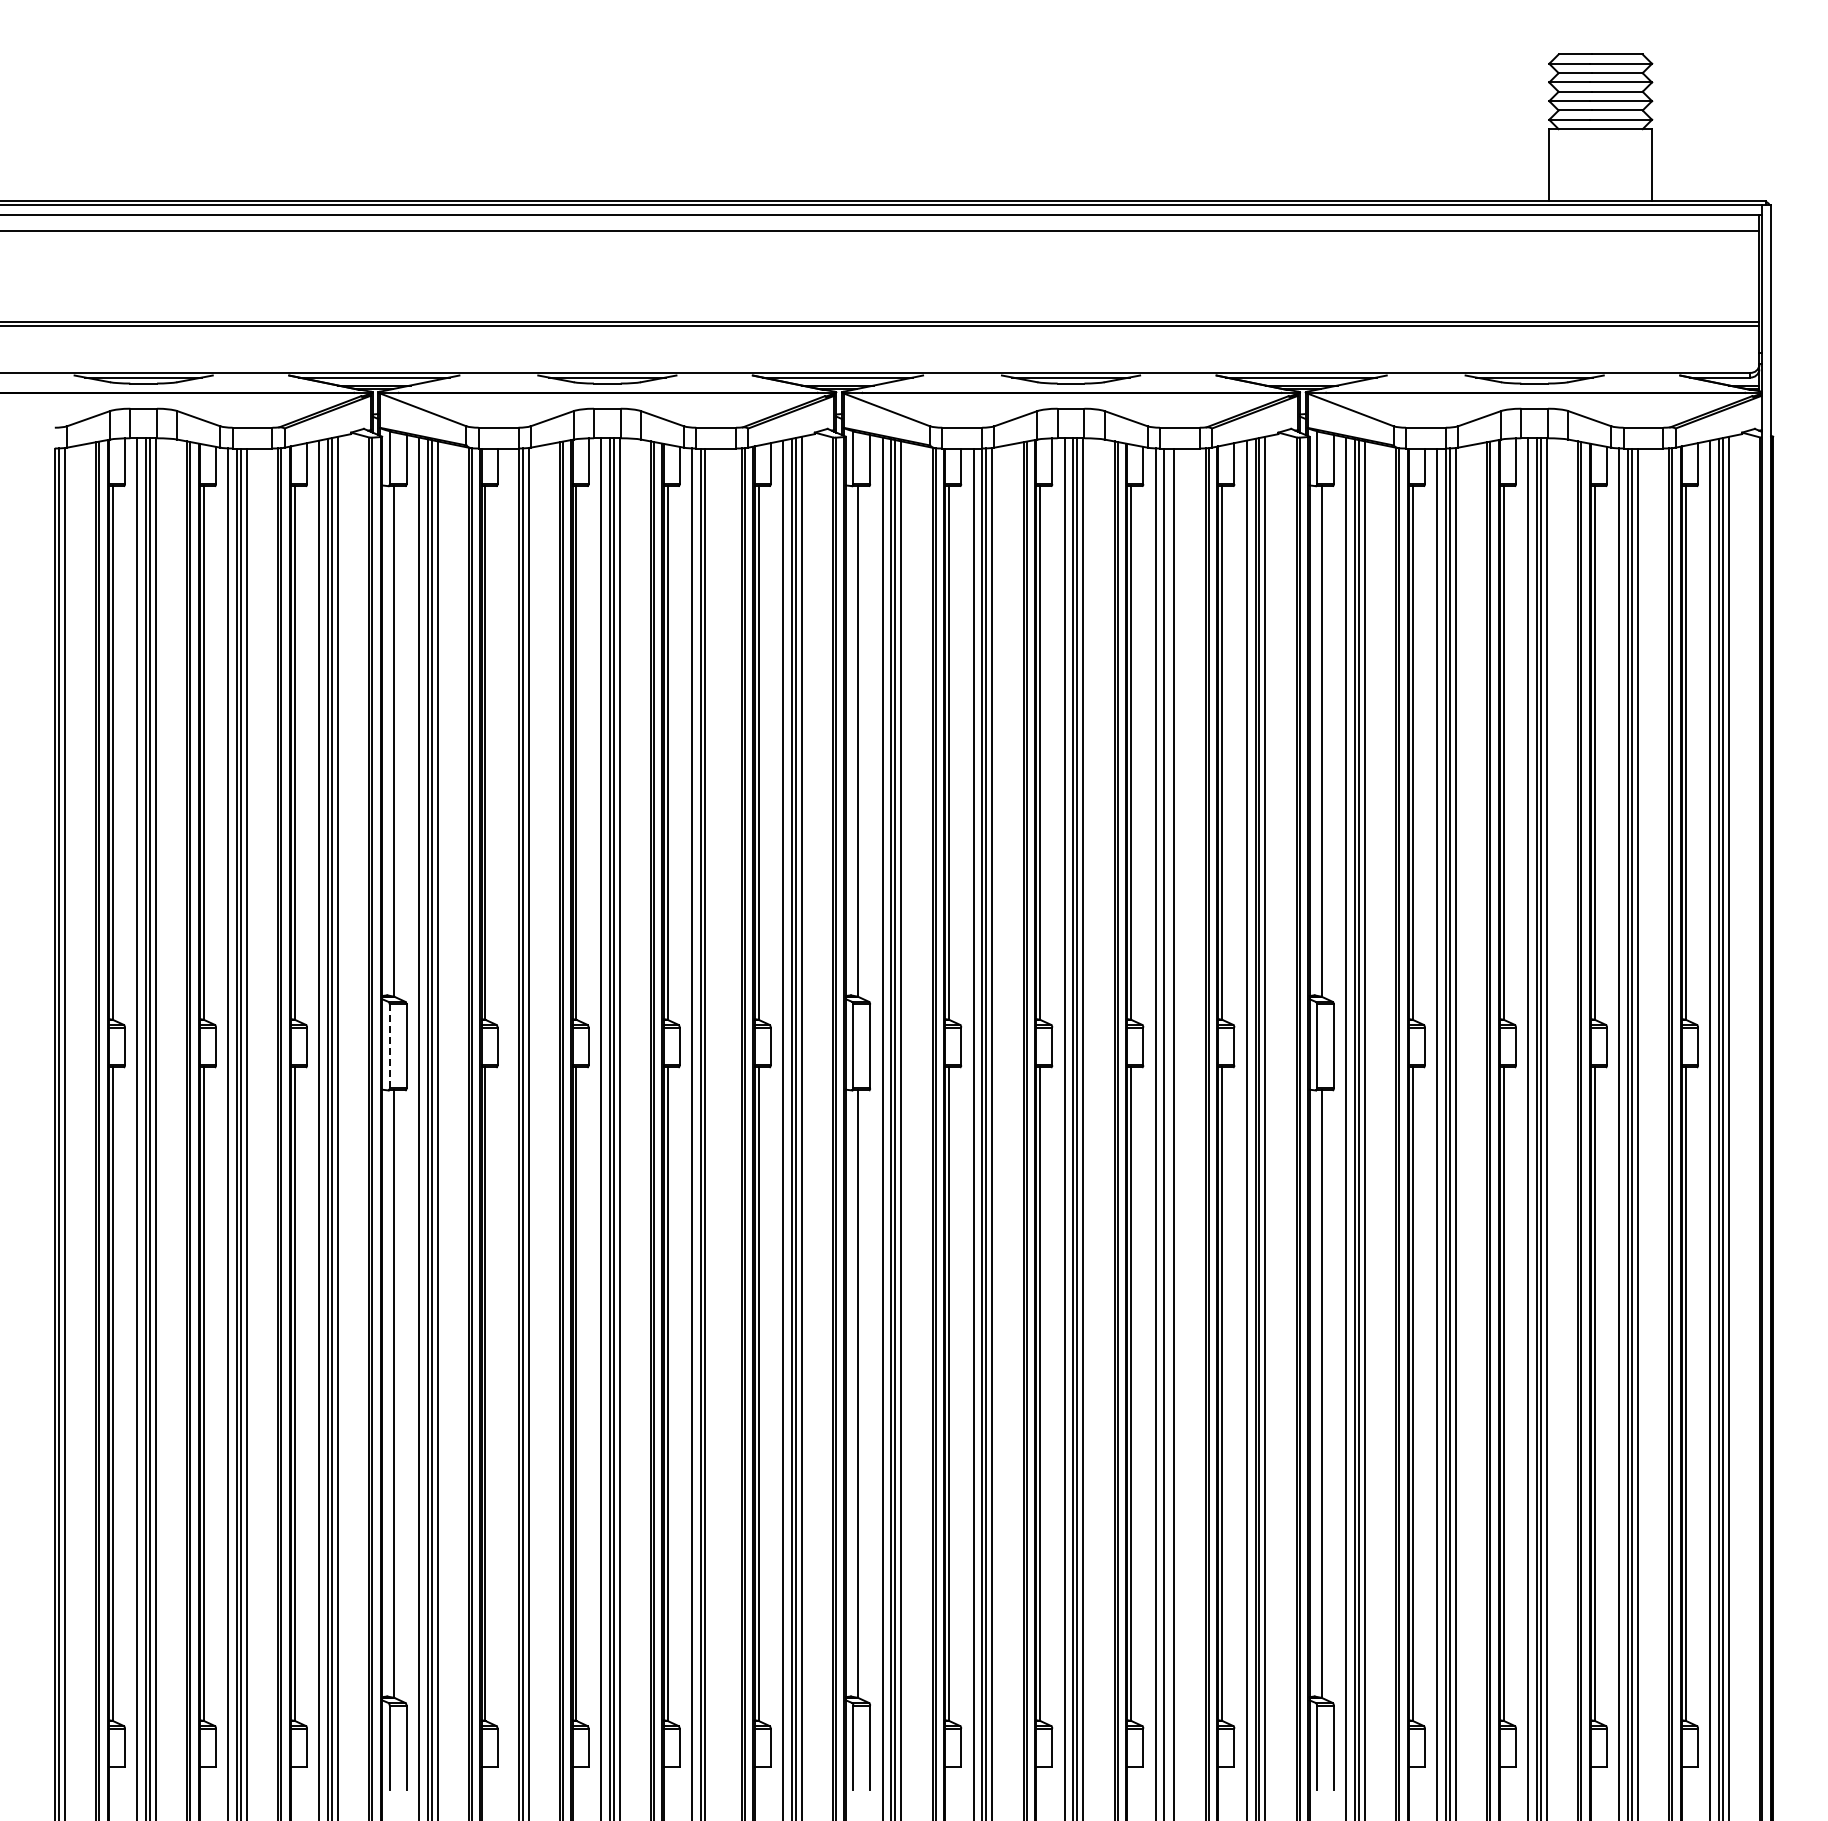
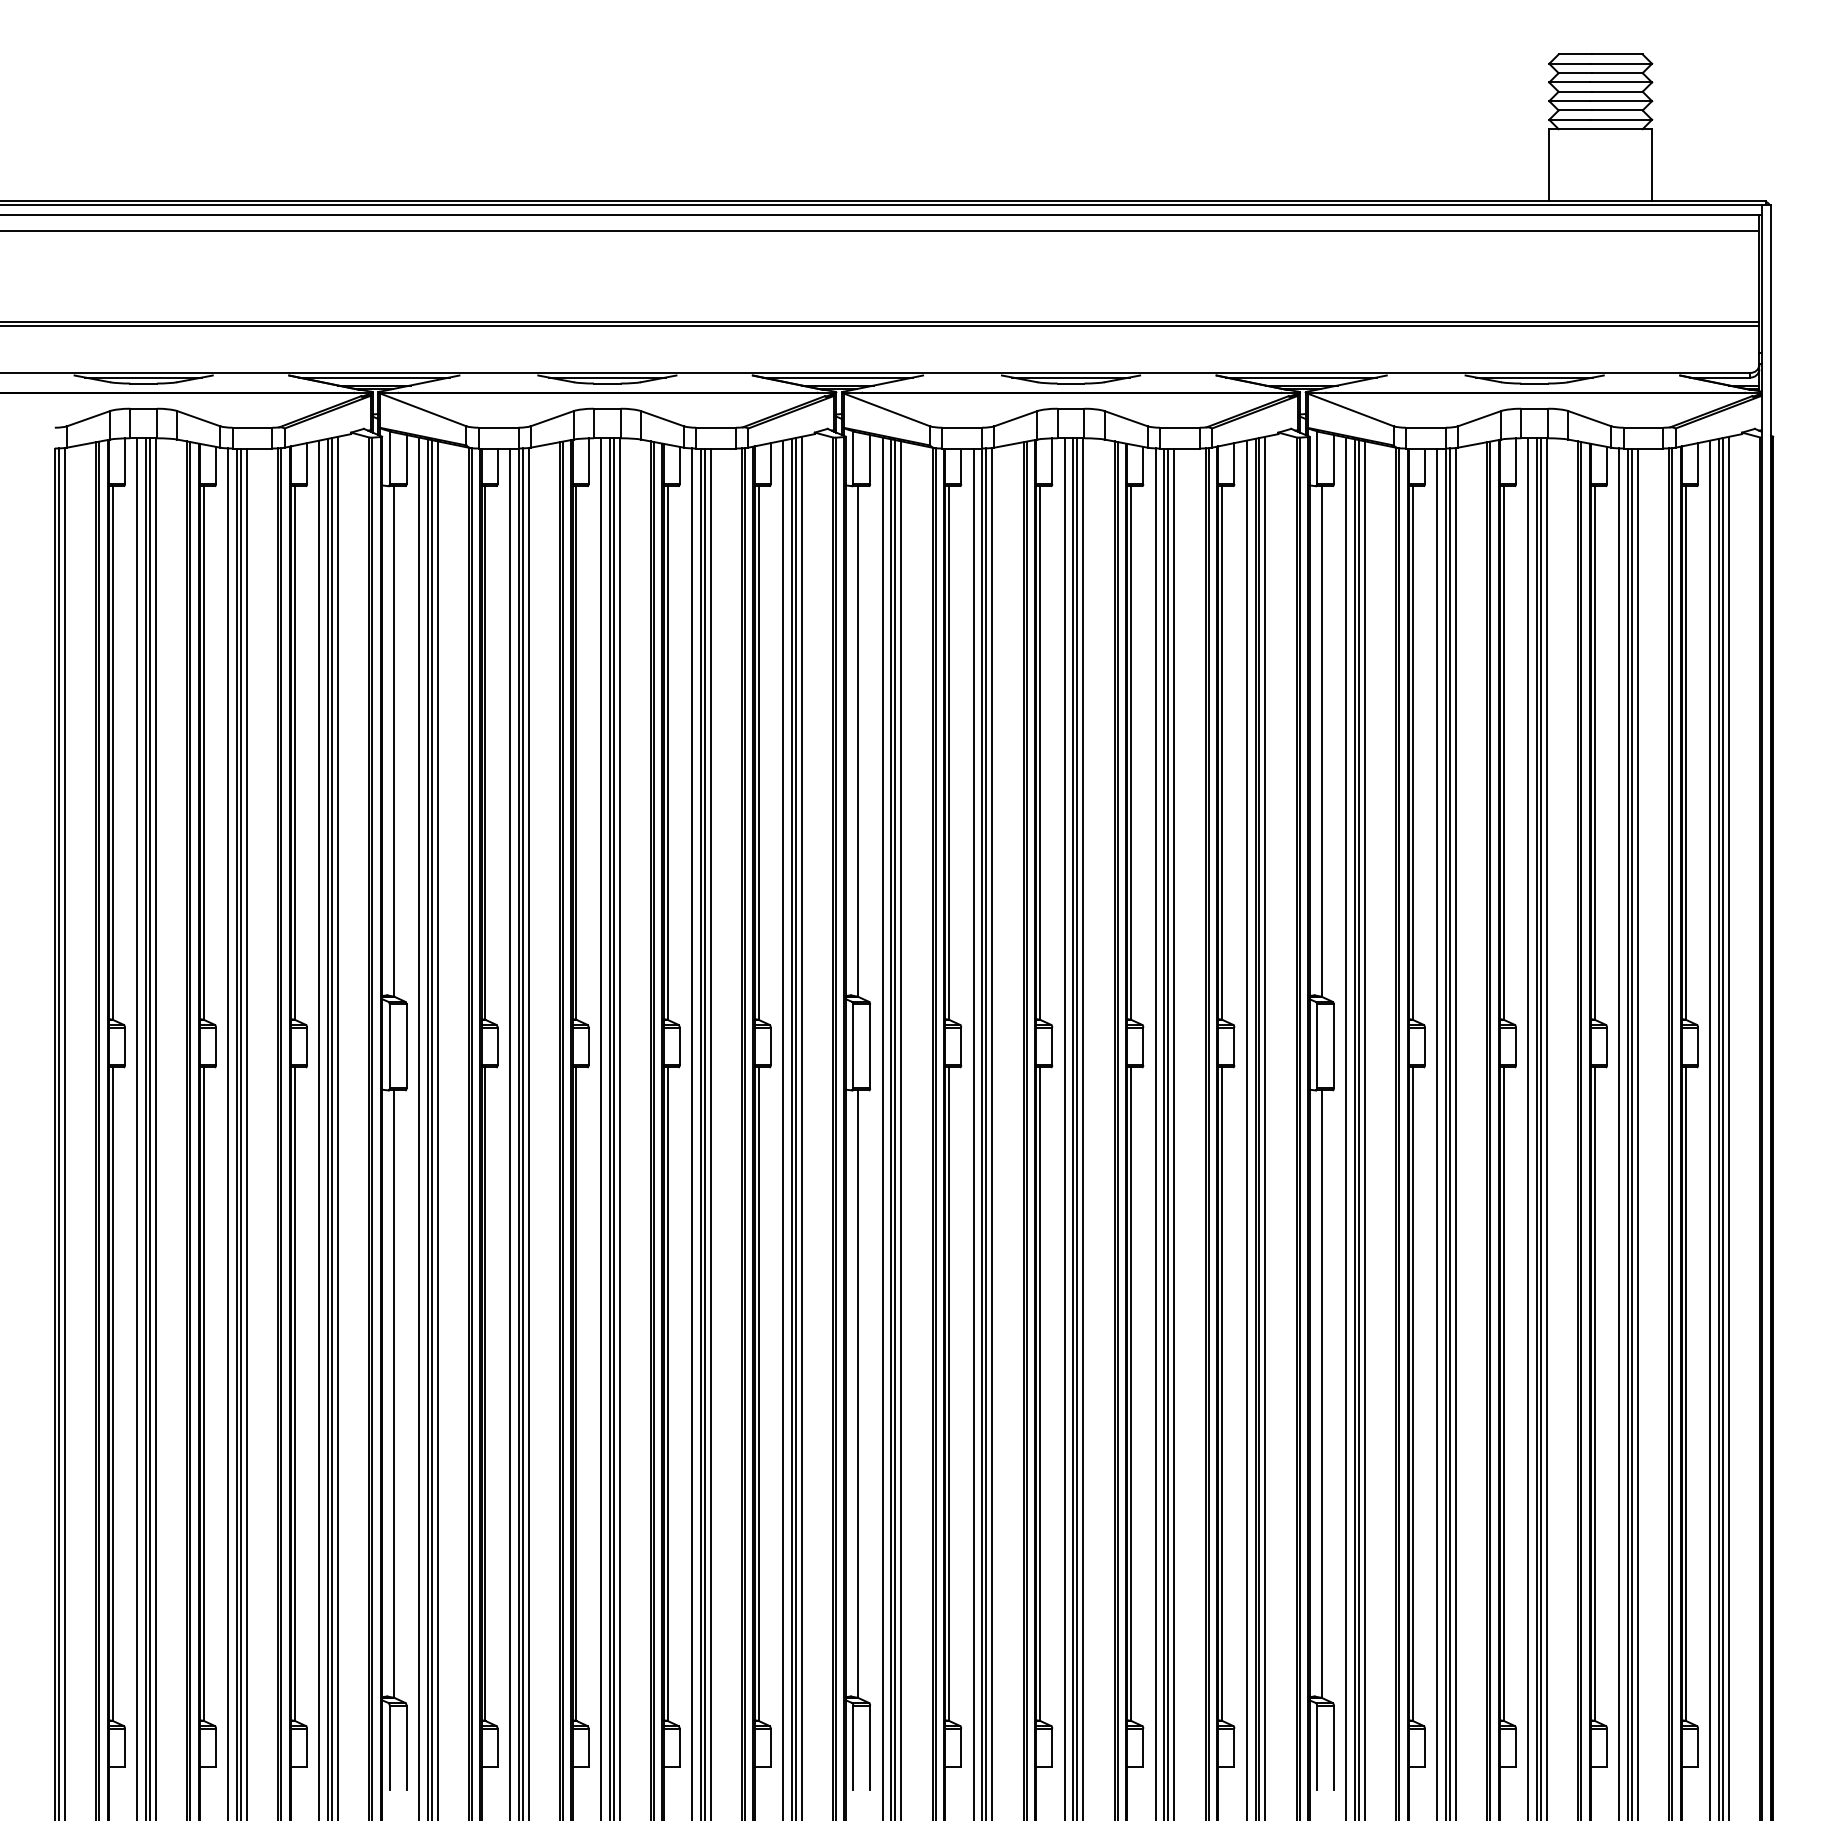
line at (389, 1046): dashed -> solid
line at (509, 1132): none -> present
line at (710, 1132): none -> present
line at (1168, 1132): none -> present
